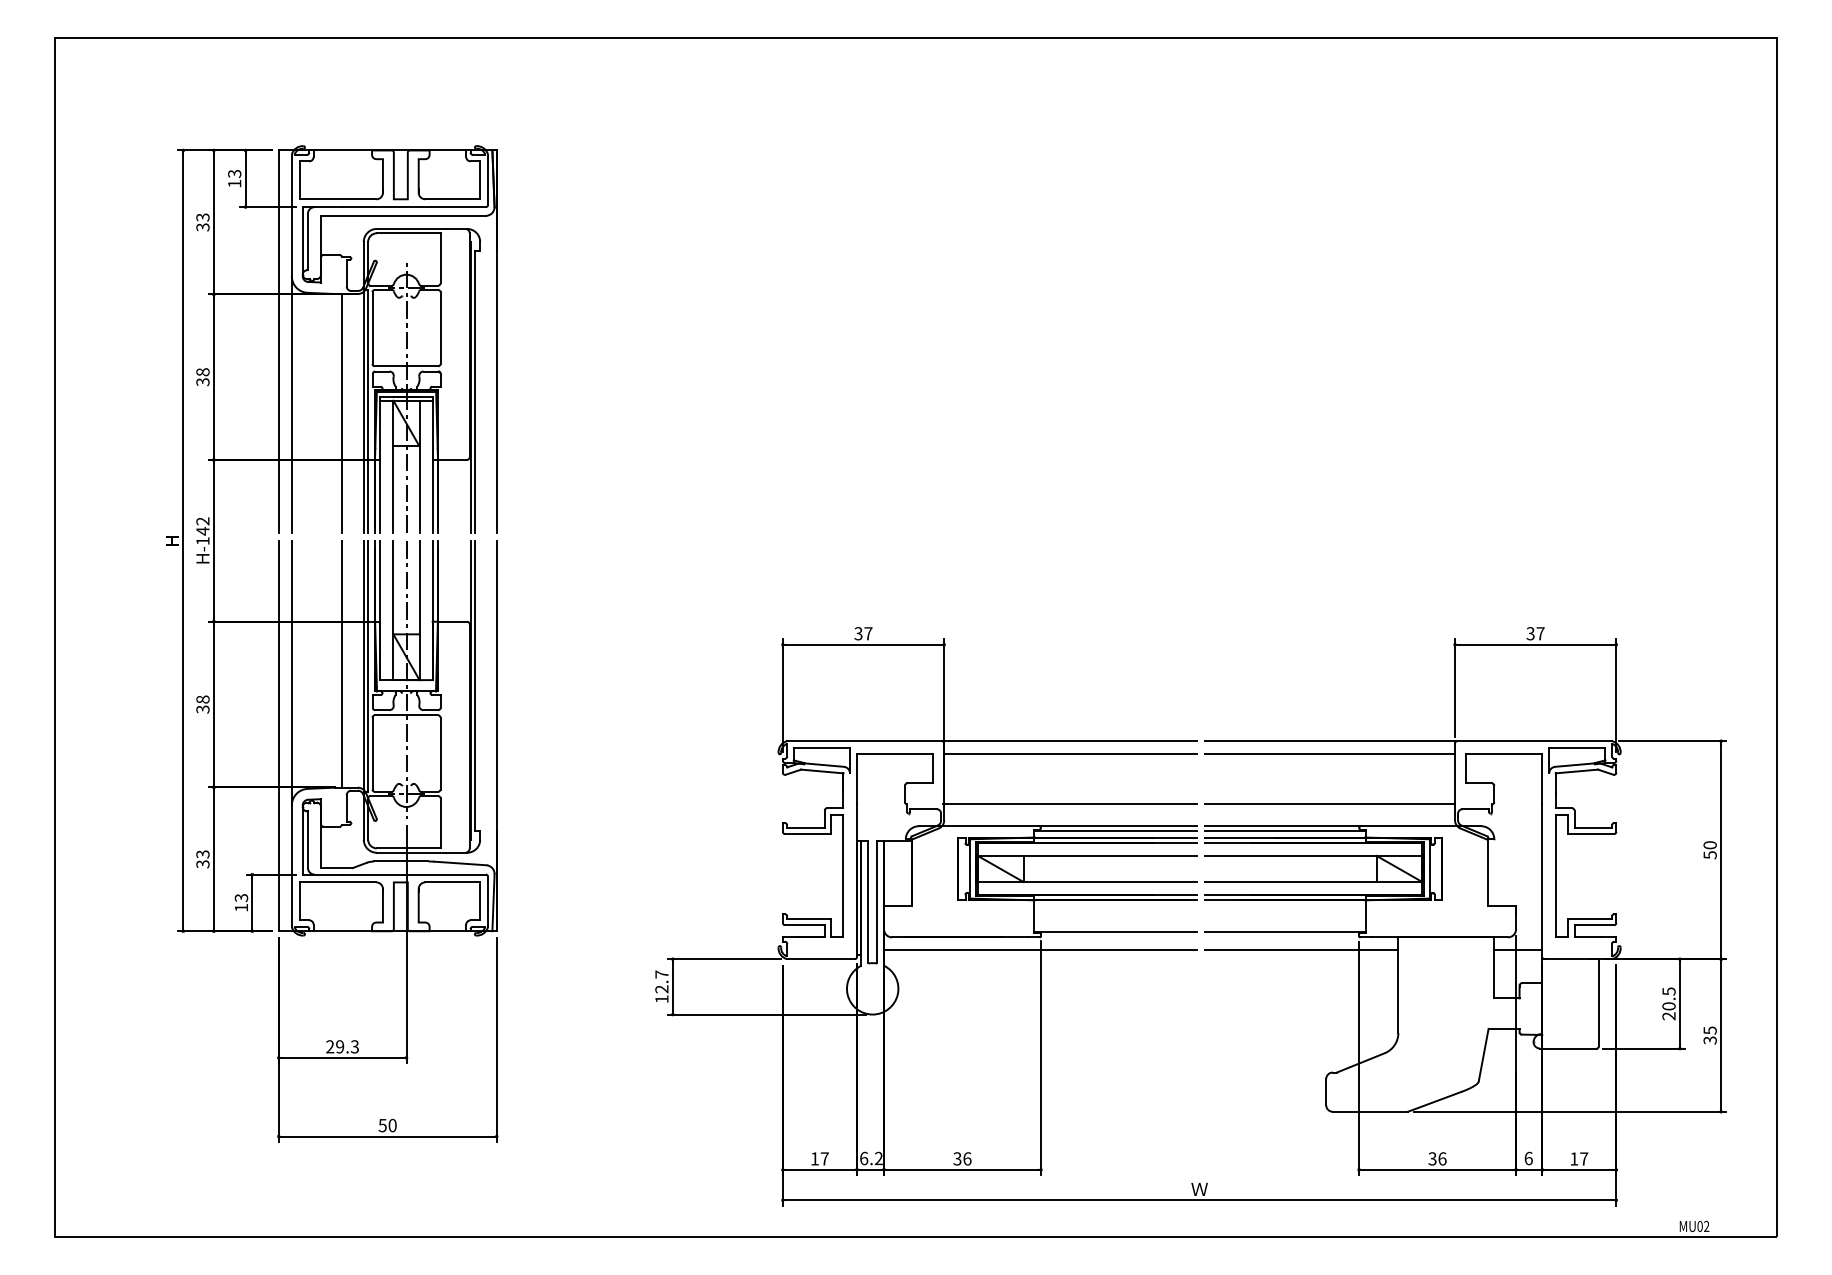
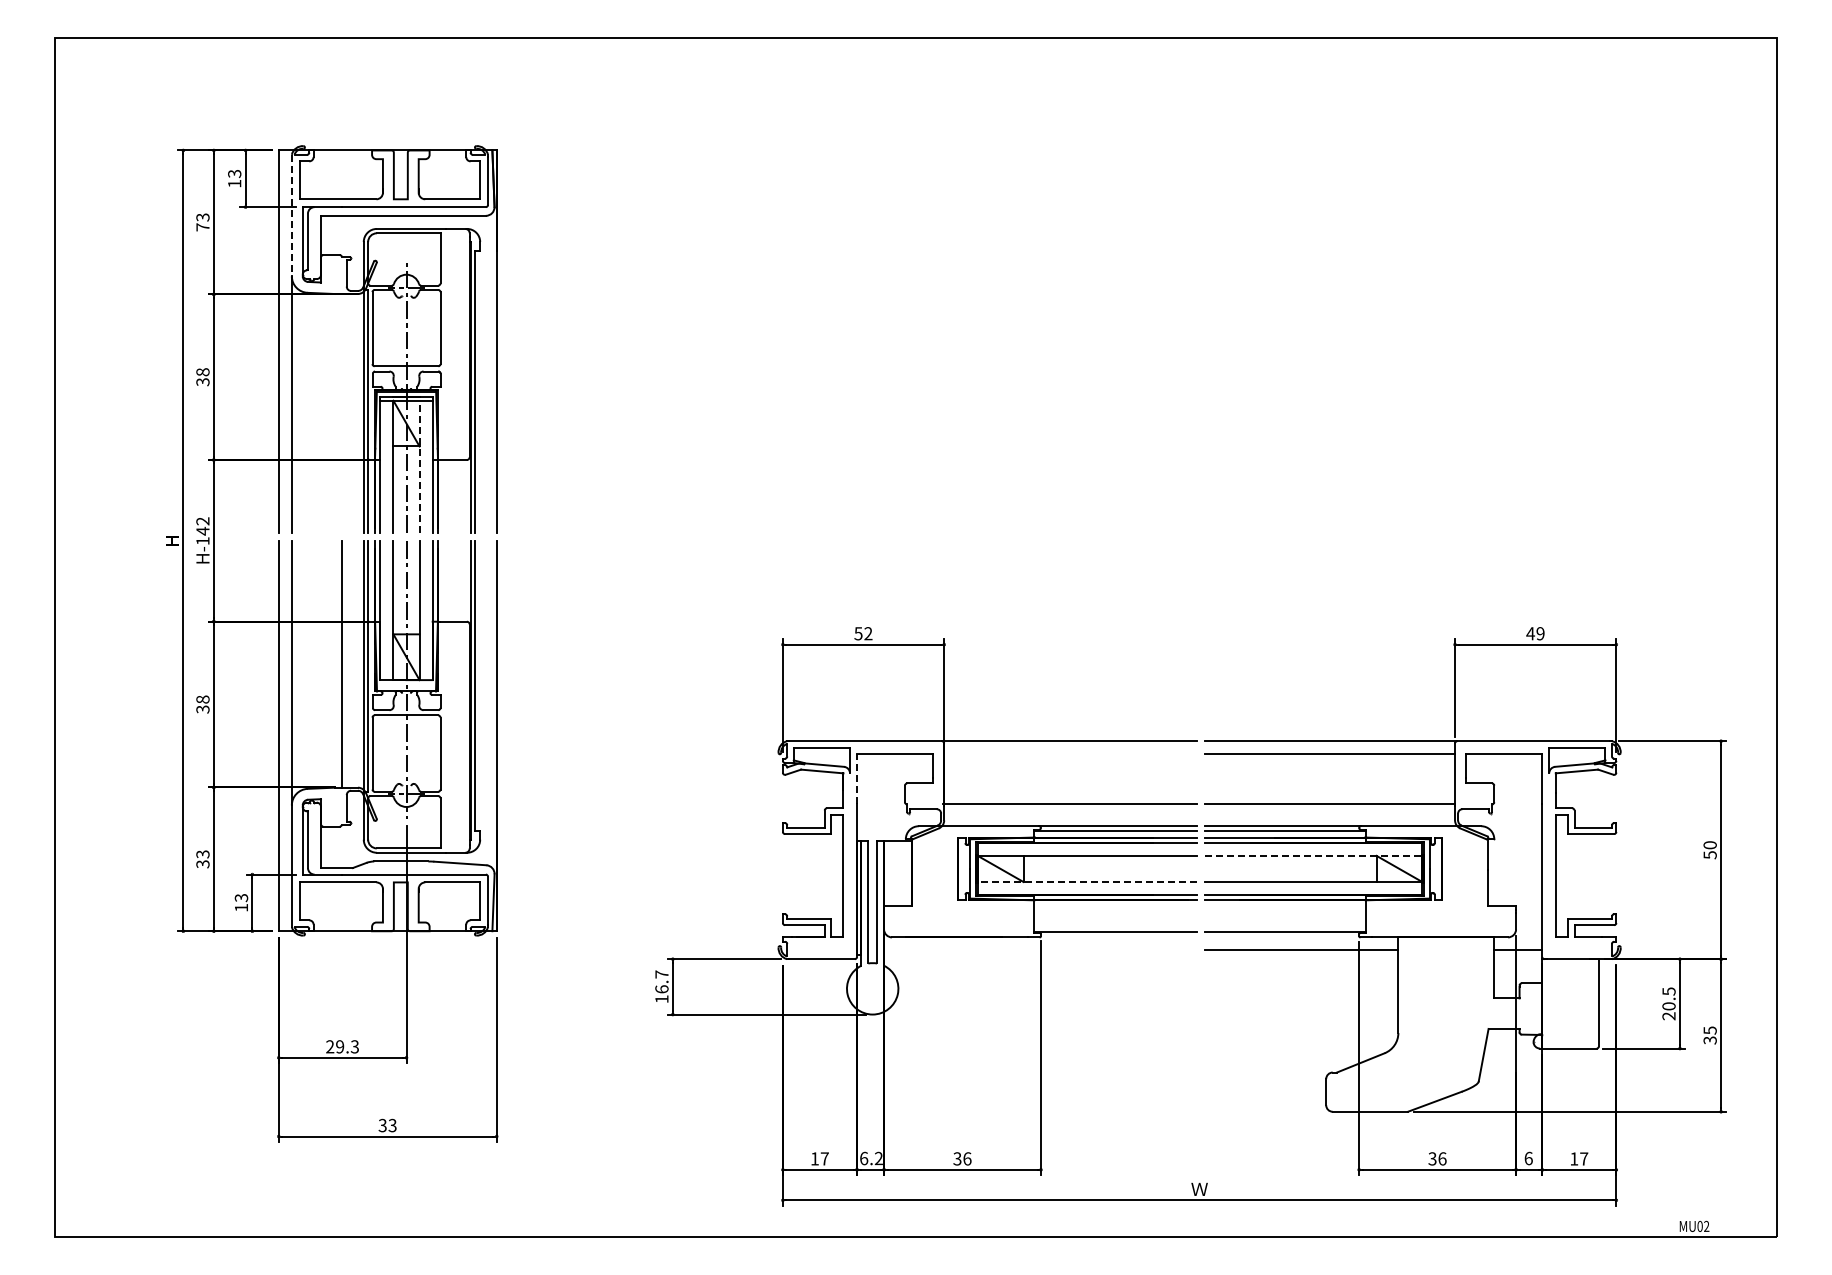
line at (291, 215): solid -> dashed
text at (202, 227): 33 -> 73
line at (341, 413): present -> none
line at (419, 466): solid -> dashed
text at (863, 633): 37 -> 52
text at (1535, 633): 37 -> 49
line at (1070, 754): present -> none
line at (857, 778): solid -> dashed
line at (1314, 855): solid -> dashed
line at (1086, 882): solid -> dashed
line at (1040, 950): present -> none
text at (661, 989): 12.7 -> 16.7
text at (387, 1125): 50 -> 33
